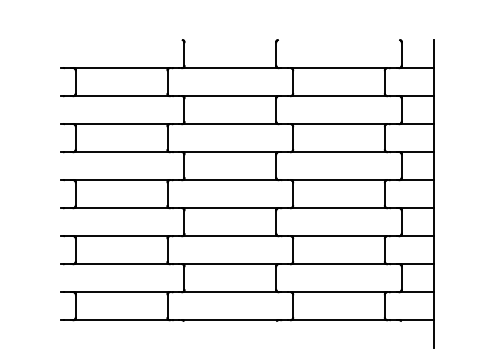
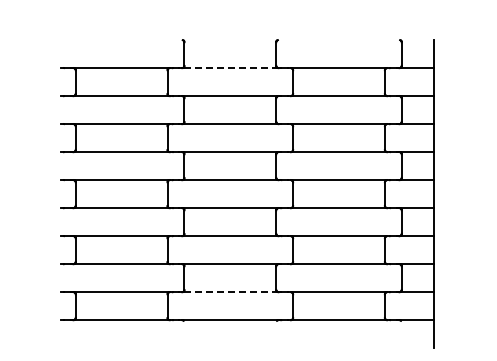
line at (229, 68): solid -> dashed
line at (229, 292): solid -> dashed
